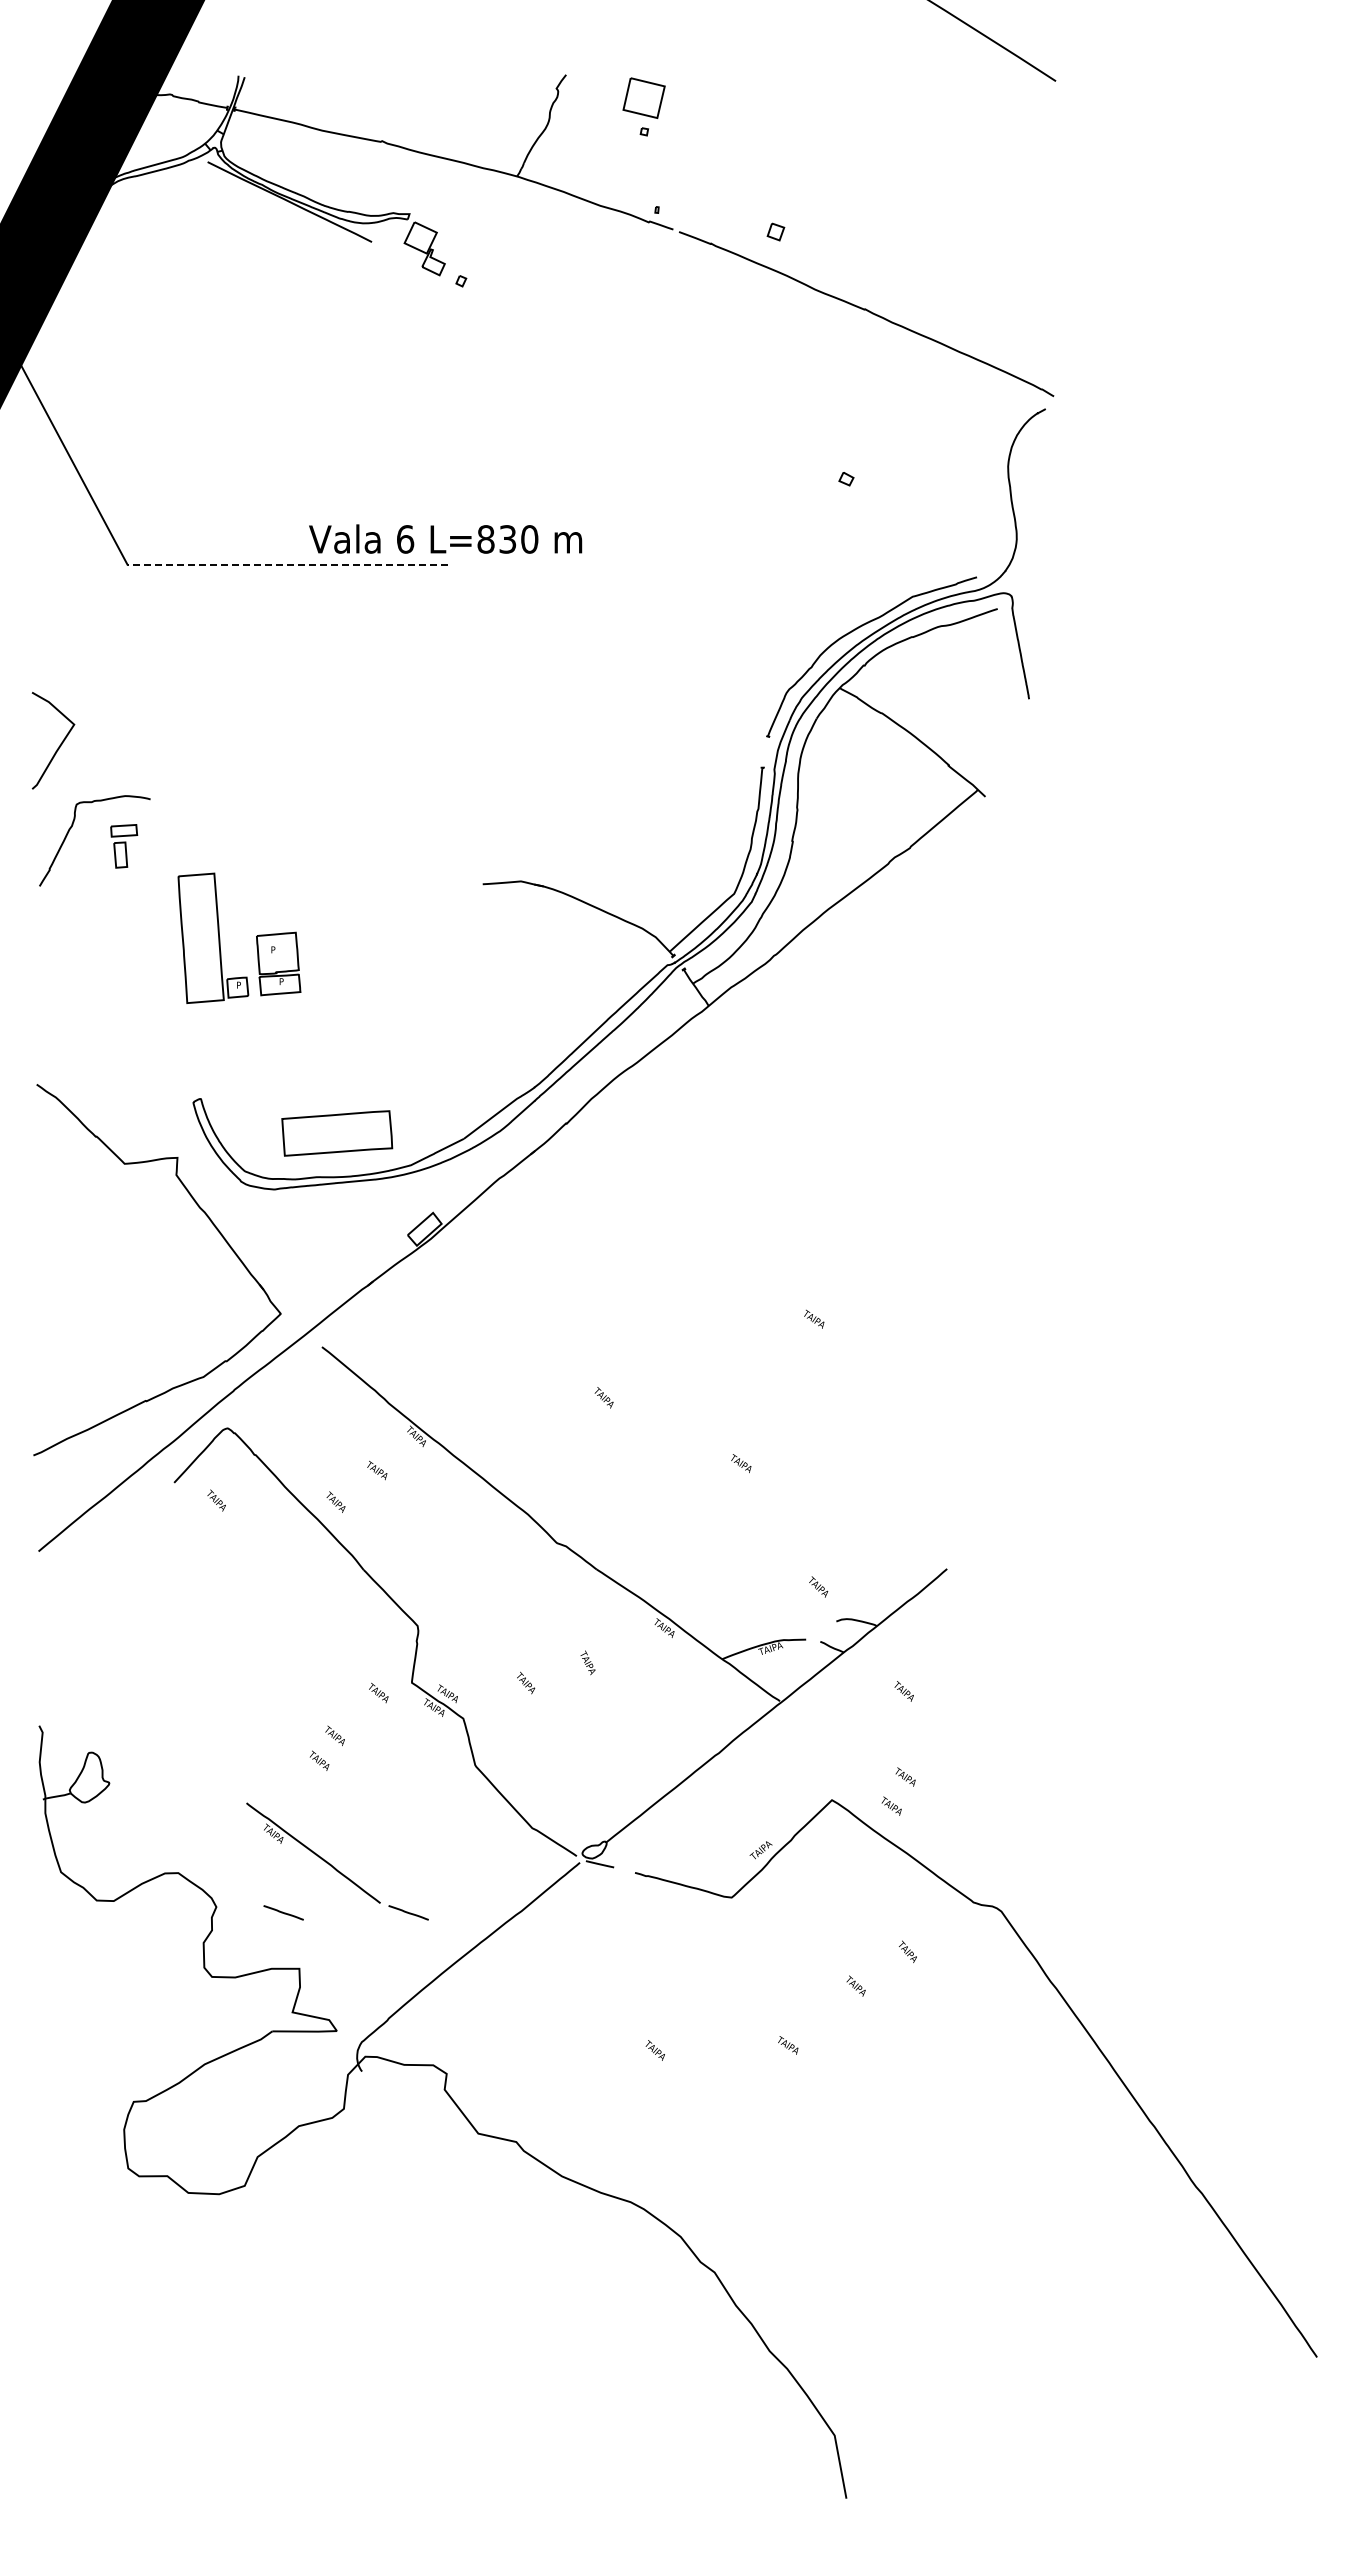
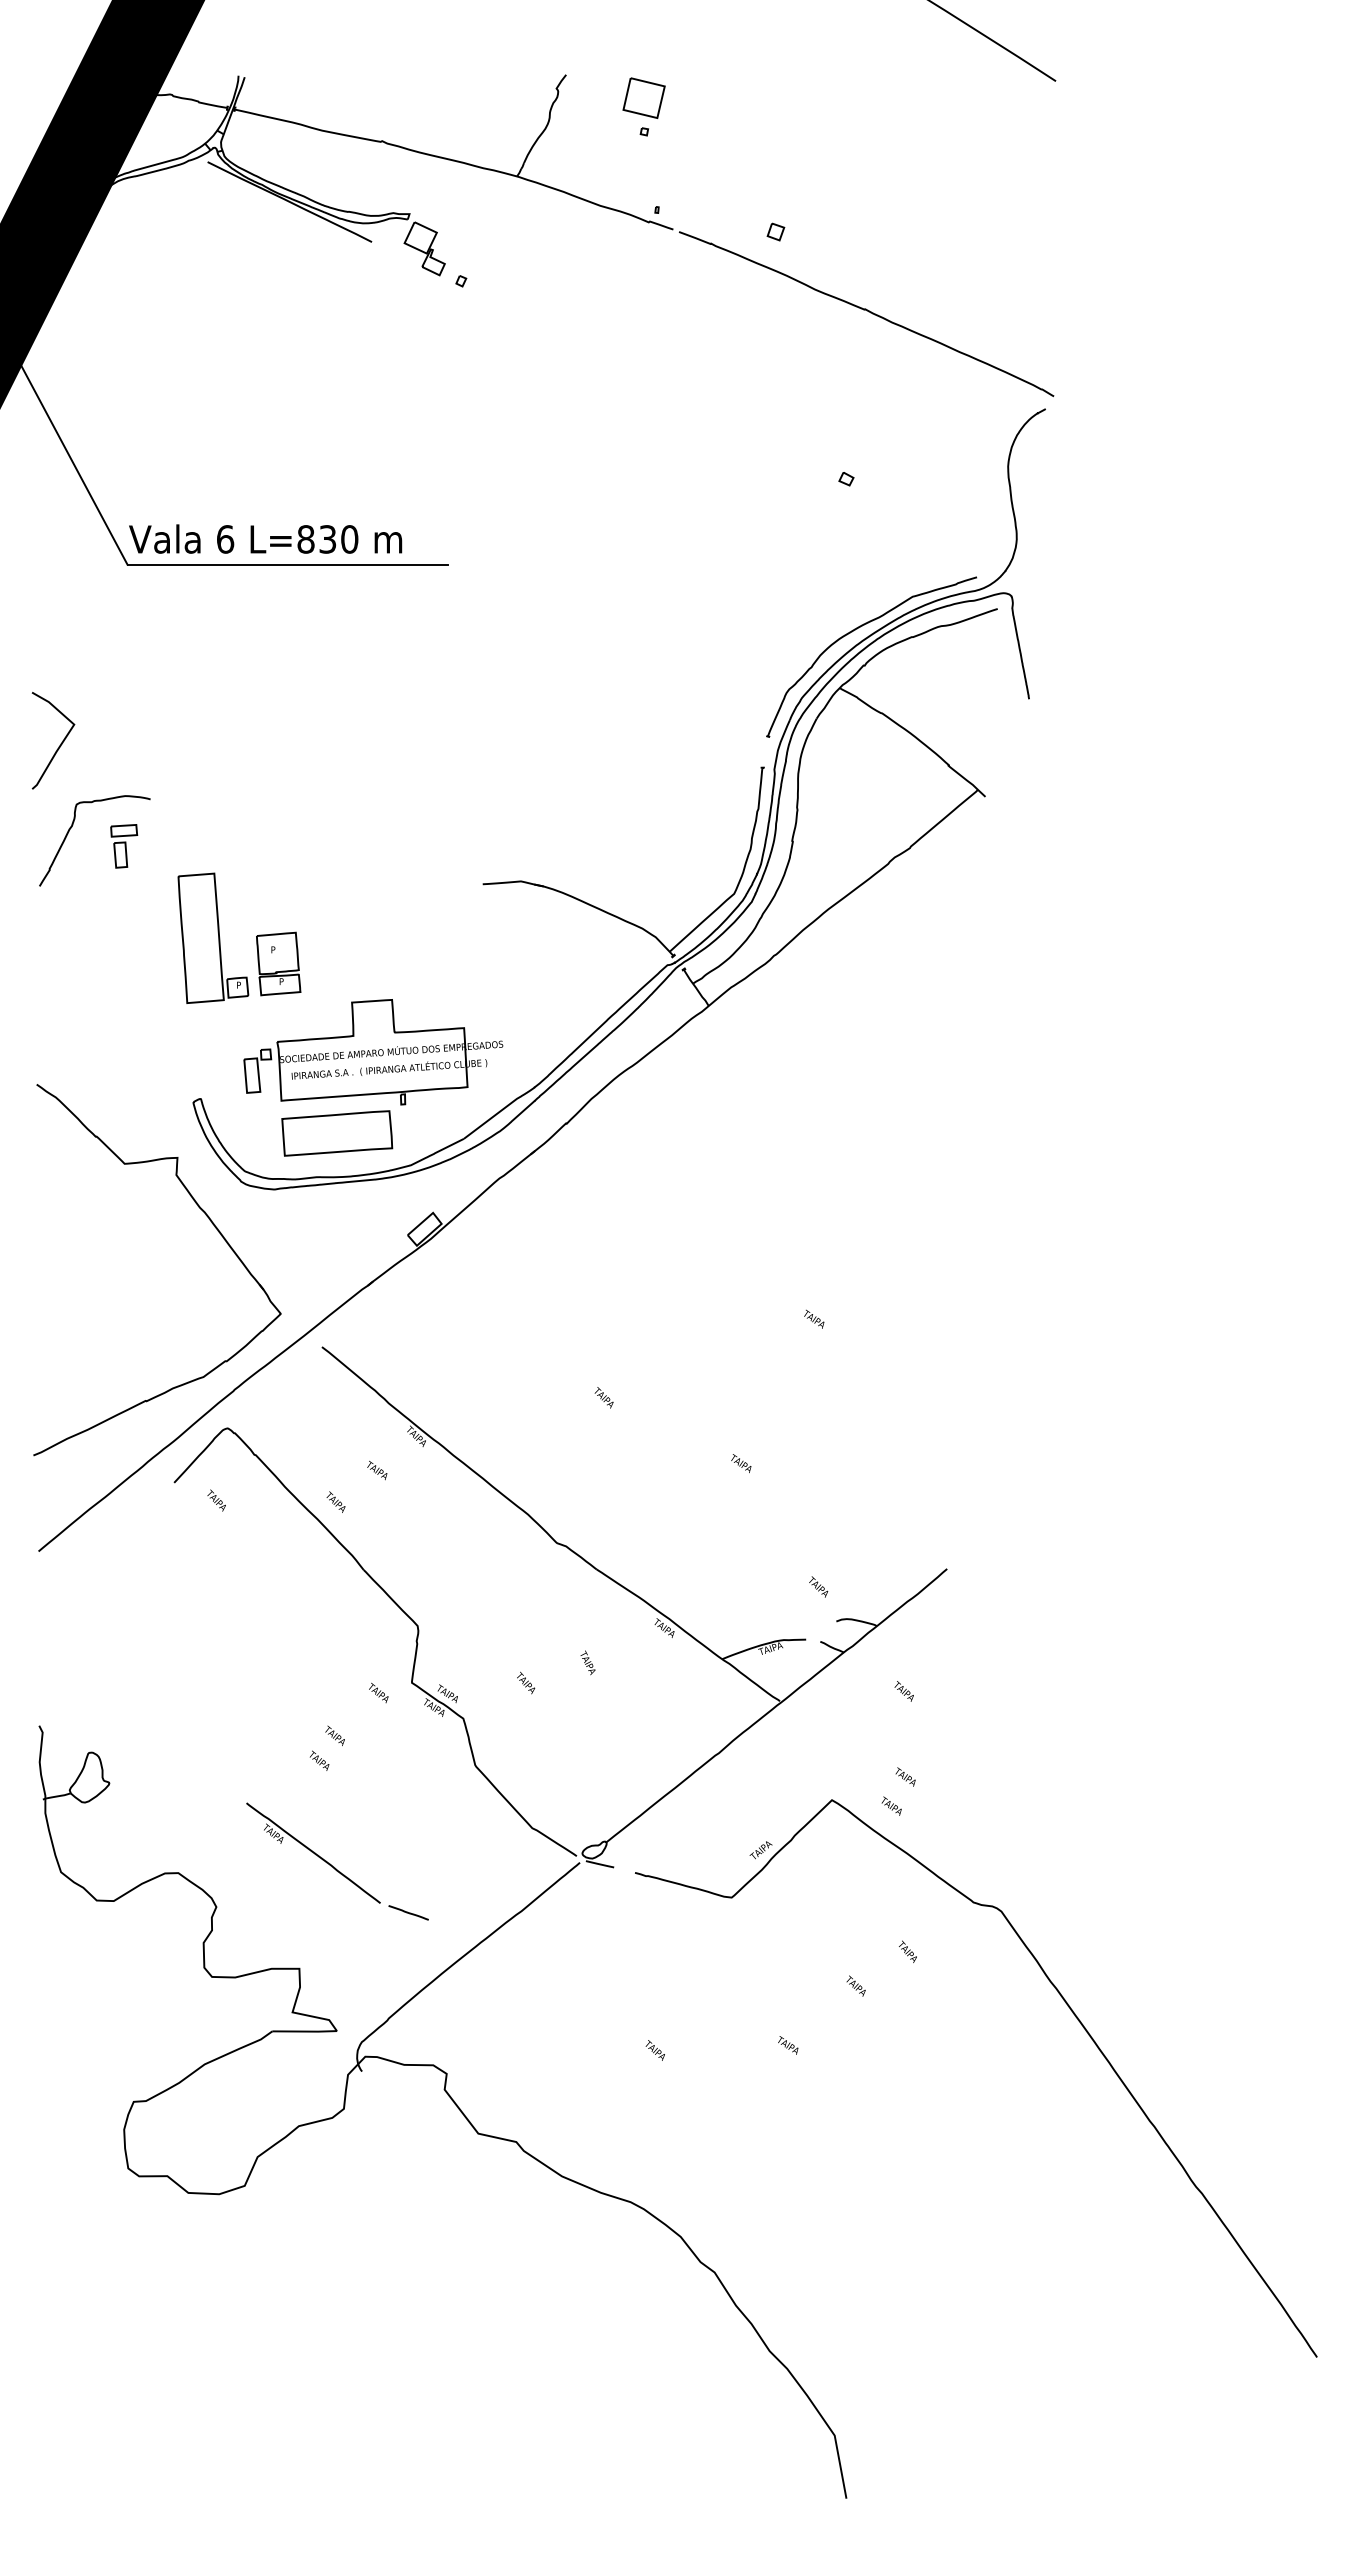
text at (445, 538) position: (445, 538) -> (265, 538)
line at (287, 564): dashed -> solid
part at (373, 1052): none -> present
line at (283, 1912): present -> none
